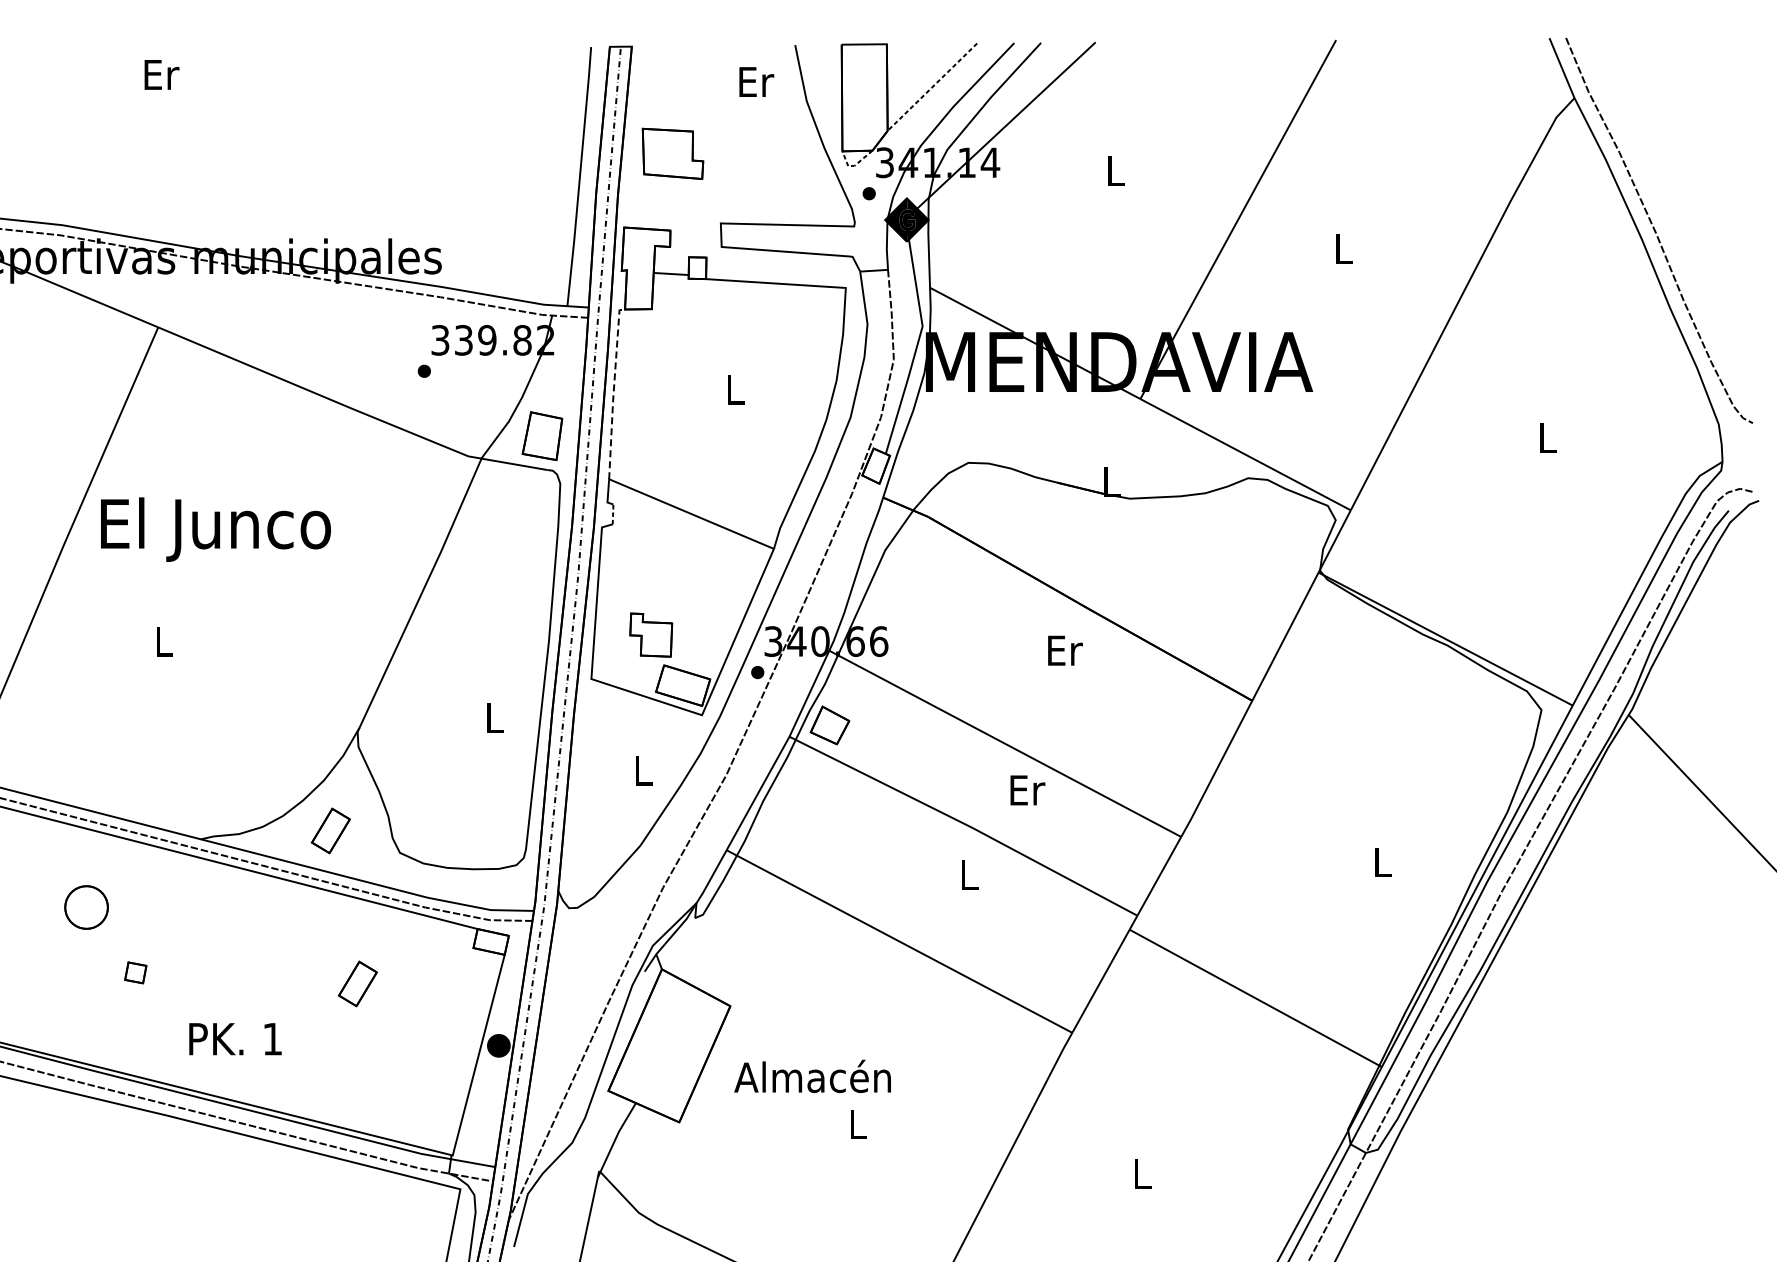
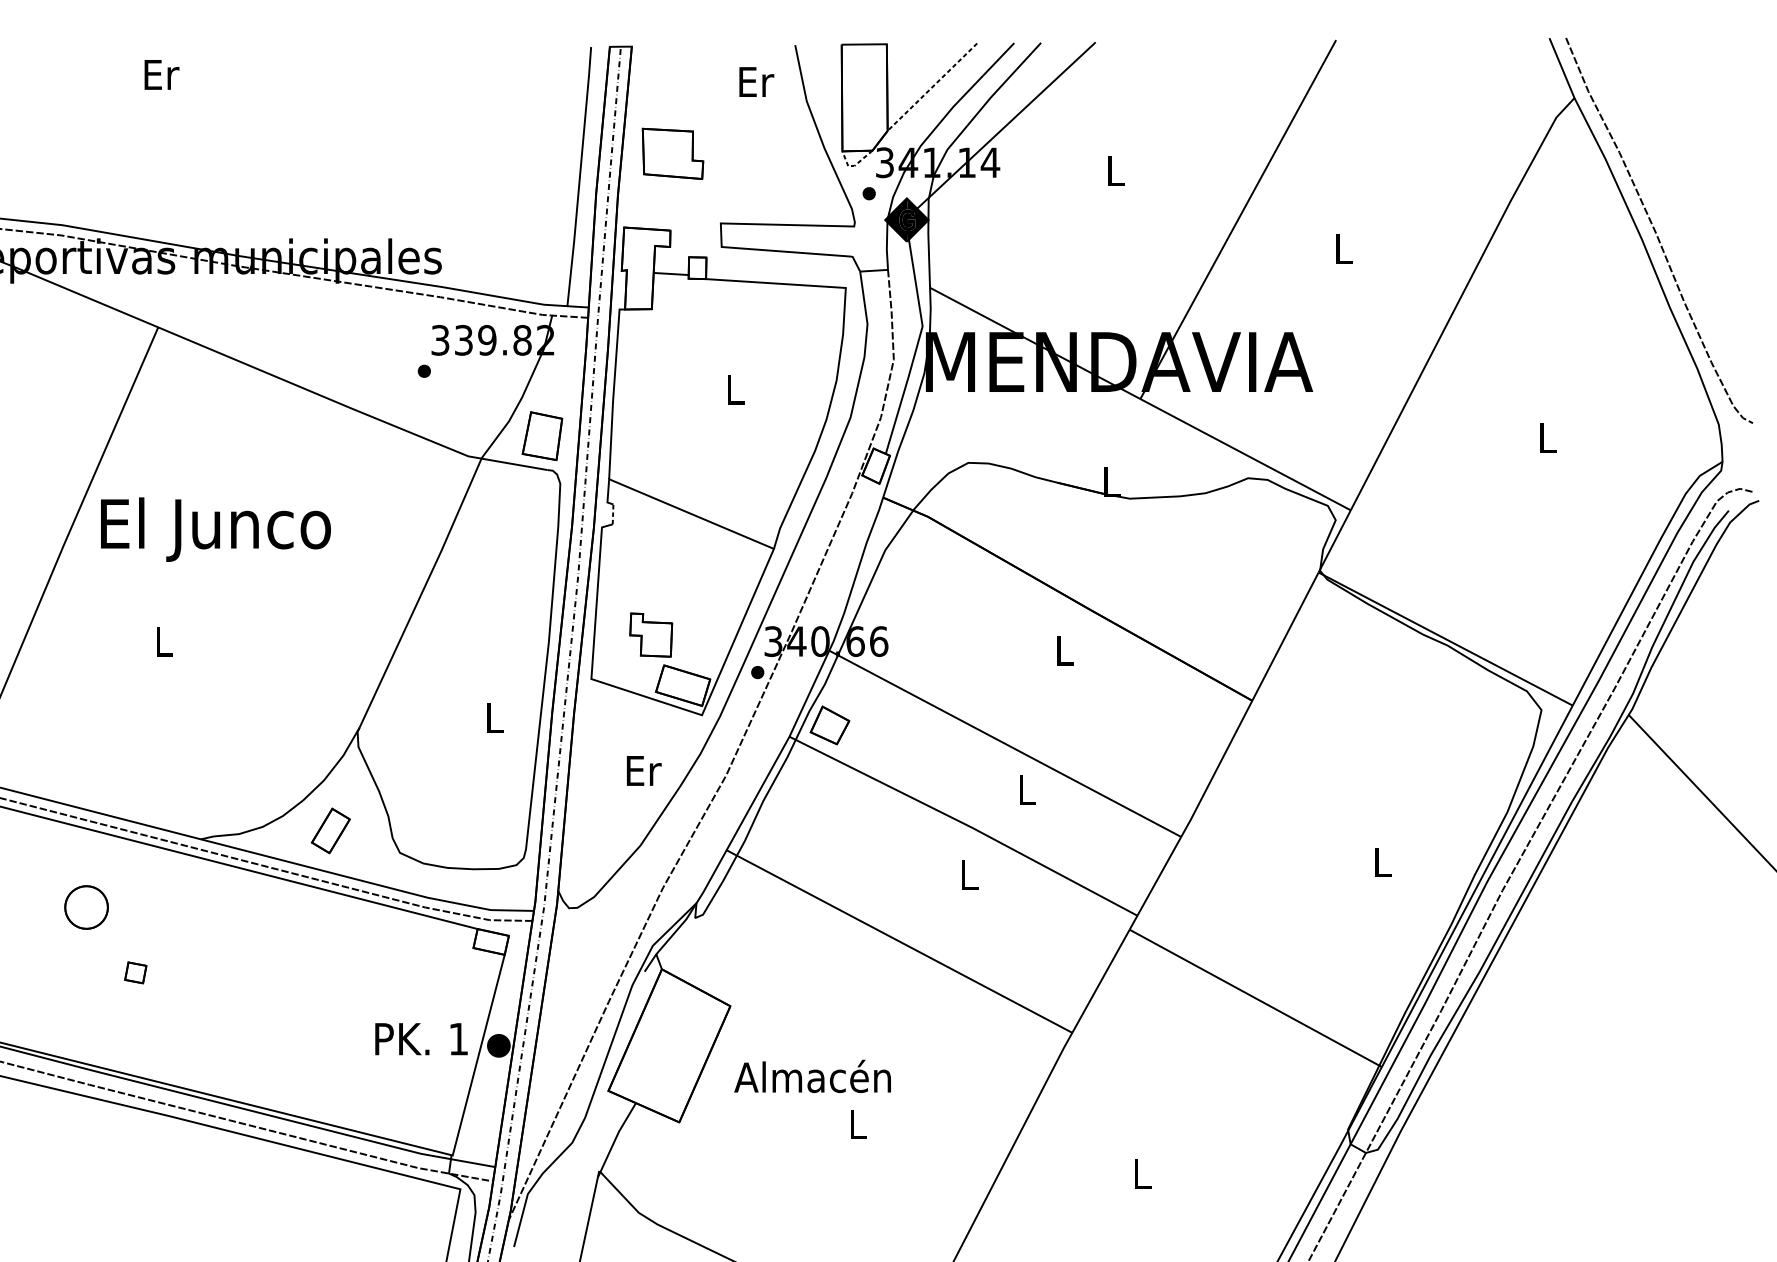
line at (613, 391): dashed -> solid
text at (1065, 650): Er -> L
text at (643, 770): L -> Er
text at (1027, 790): Er -> L
part at (357, 983): present -> none
text at (235, 1039) position: (235, 1039) -> (421, 1039)
